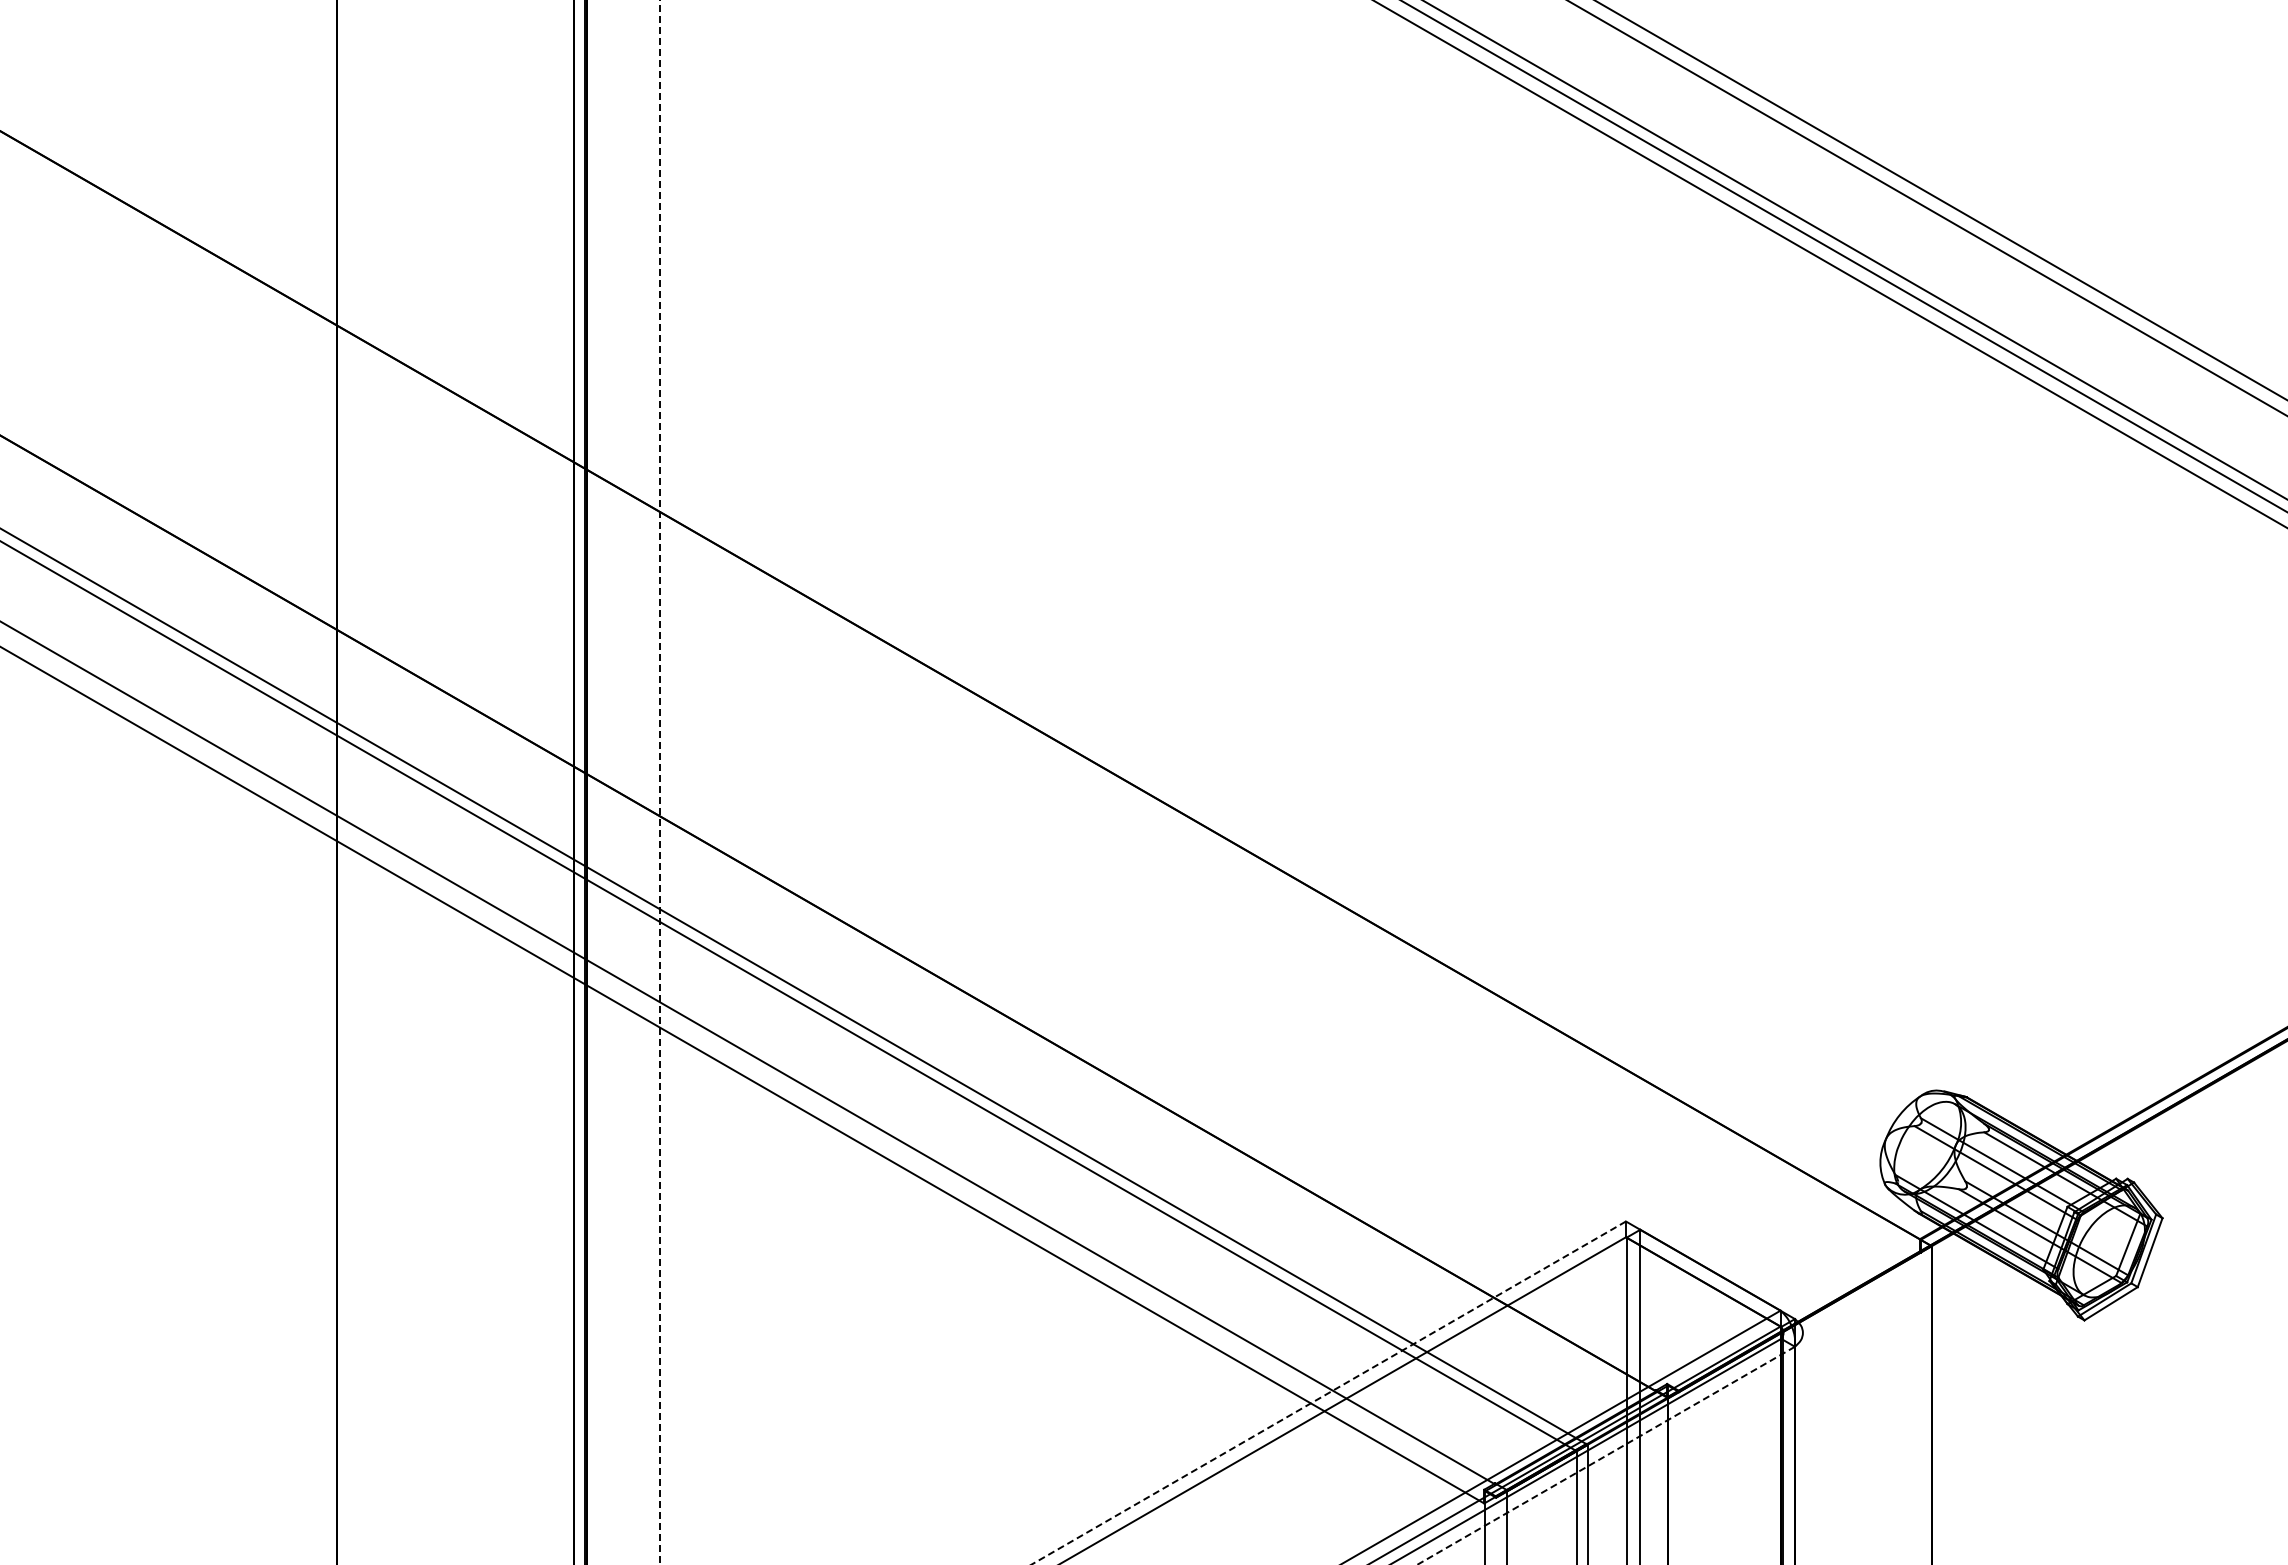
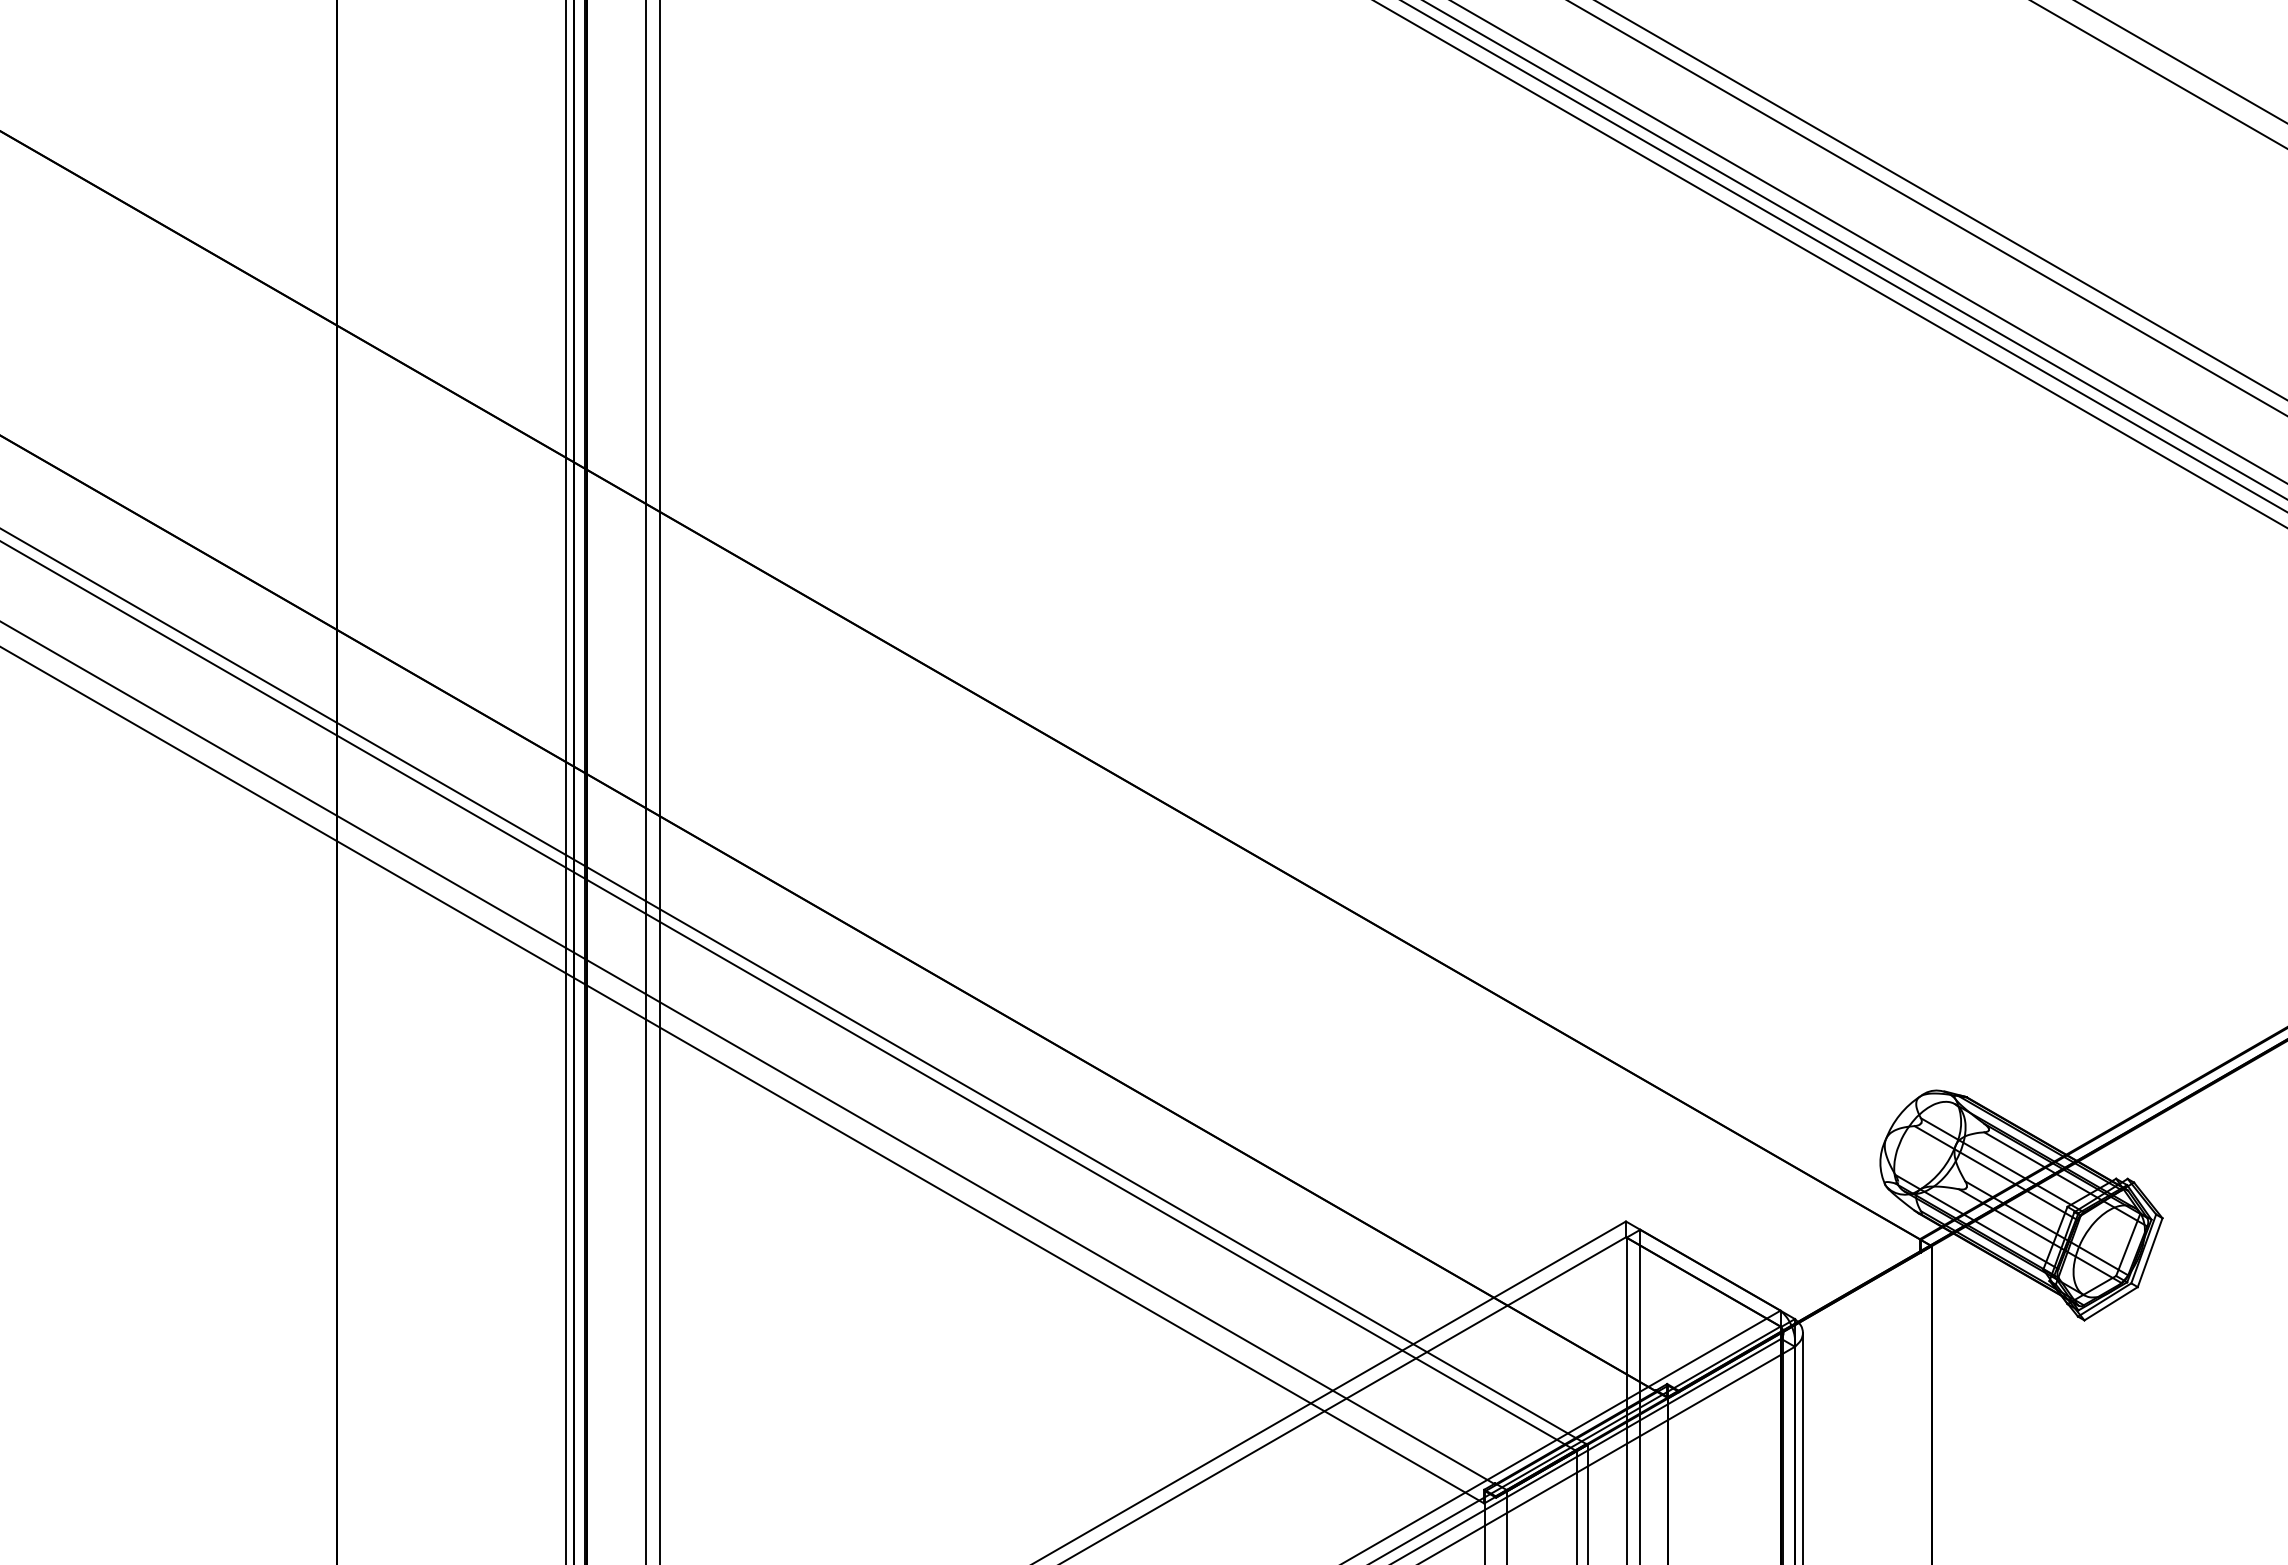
line at (2180, 62): none -> present
line at (2158, 74): none -> present
line at (1868, 242): none -> present
line at (565, 781): none -> present
line at (646, 781): none -> present
line at (659, 783): dashed -> solid
line at (1328, 1393): dashed -> solid
line at (1802, 1446): none -> present
line at (1606, 1455): dashed -> solid
